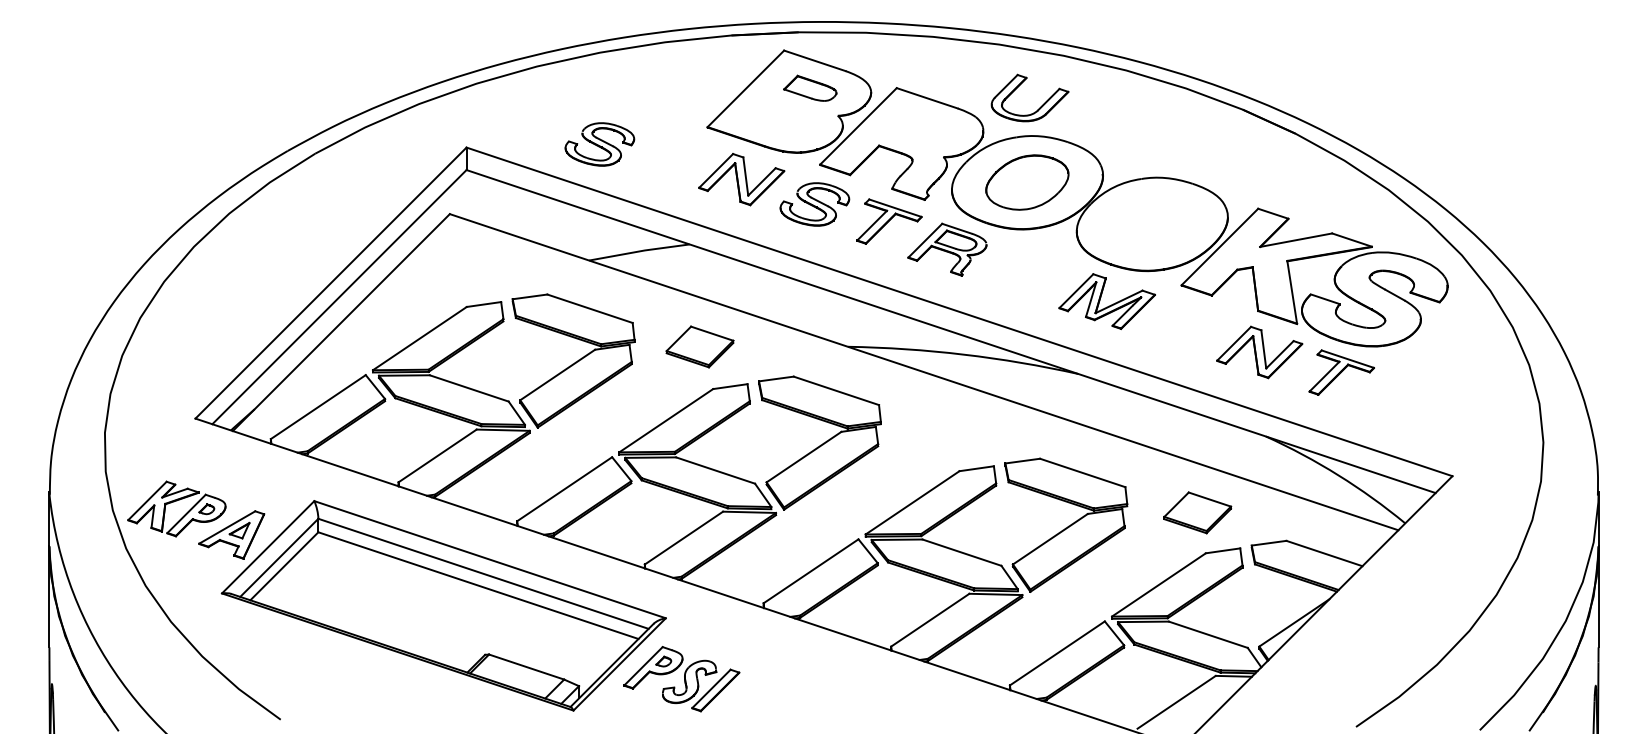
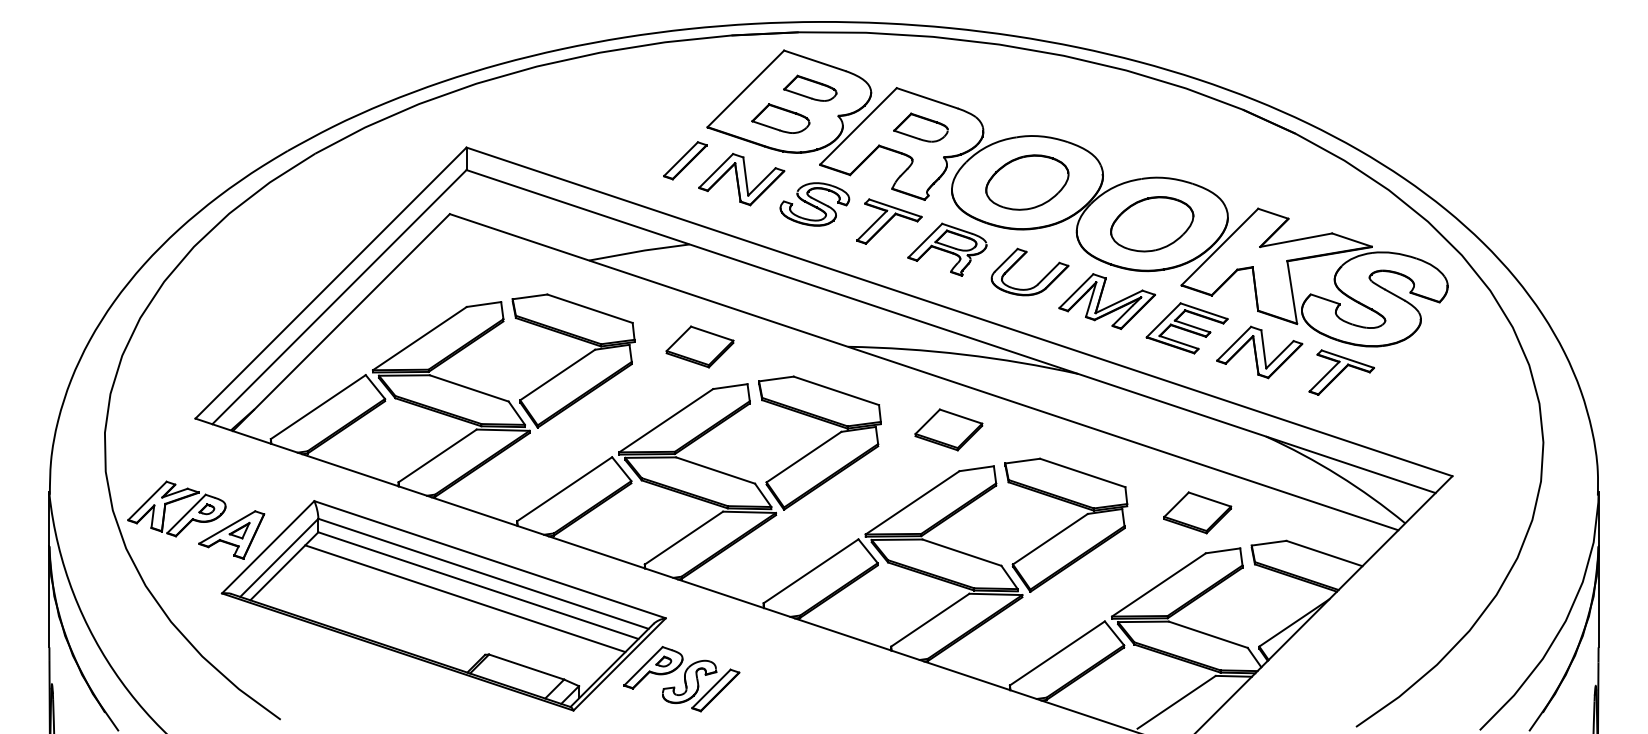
part at (1039, 107) position: (1039, 107) -> (1039, 281)
part at (780, 118): none -> present
part at (920, 127): none -> present
part at (599, 144): present -> none
part at (685, 160): none -> present
part at (1152, 224): none -> present
part at (1186, 328): none -> present
part at (948, 429): none -> present
line at (465, 598): none -> present
